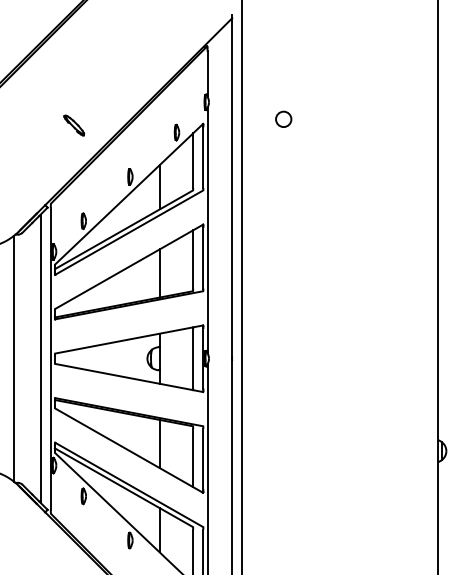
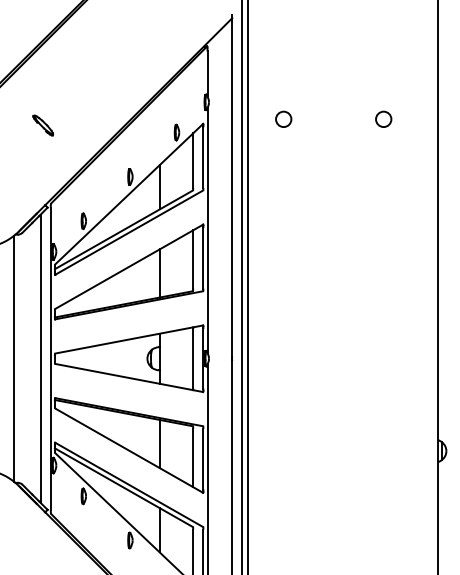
circle at (383, 118): none -> present
part at (73, 125) position: (73, 125) -> (42, 125)
line at (248, 286): none -> present
